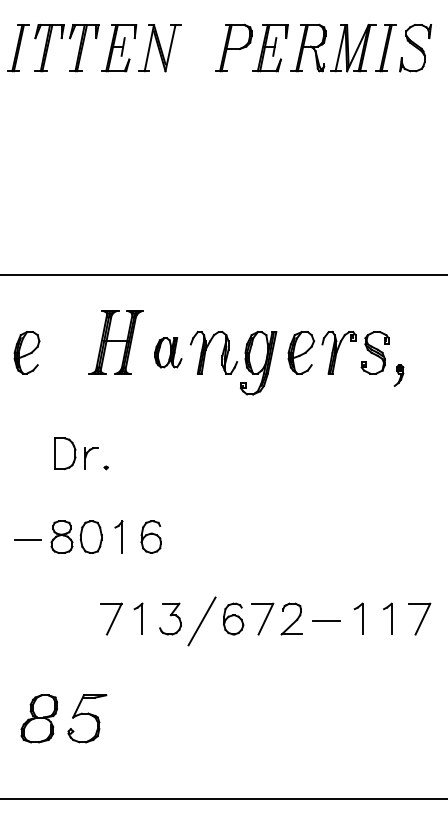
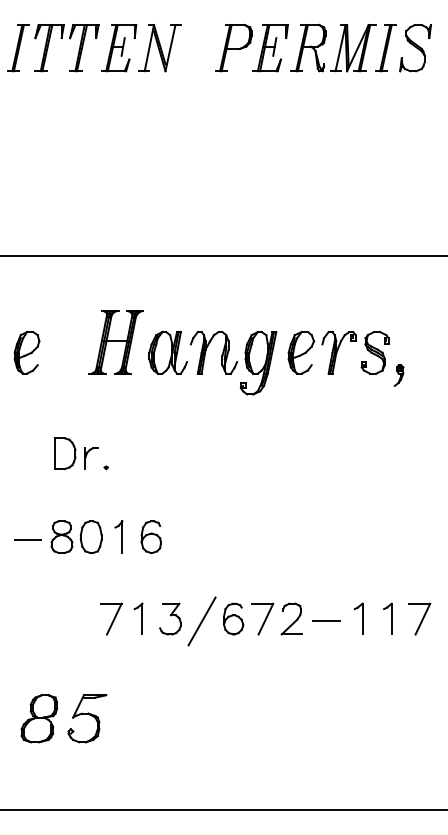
line at (223, 274) position: (223, 274) -> (223, 255)
part at (168, 352) size: 29x32 px -> 41x45 px
line at (223, 798) position: (223, 798) -> (223, 809)
